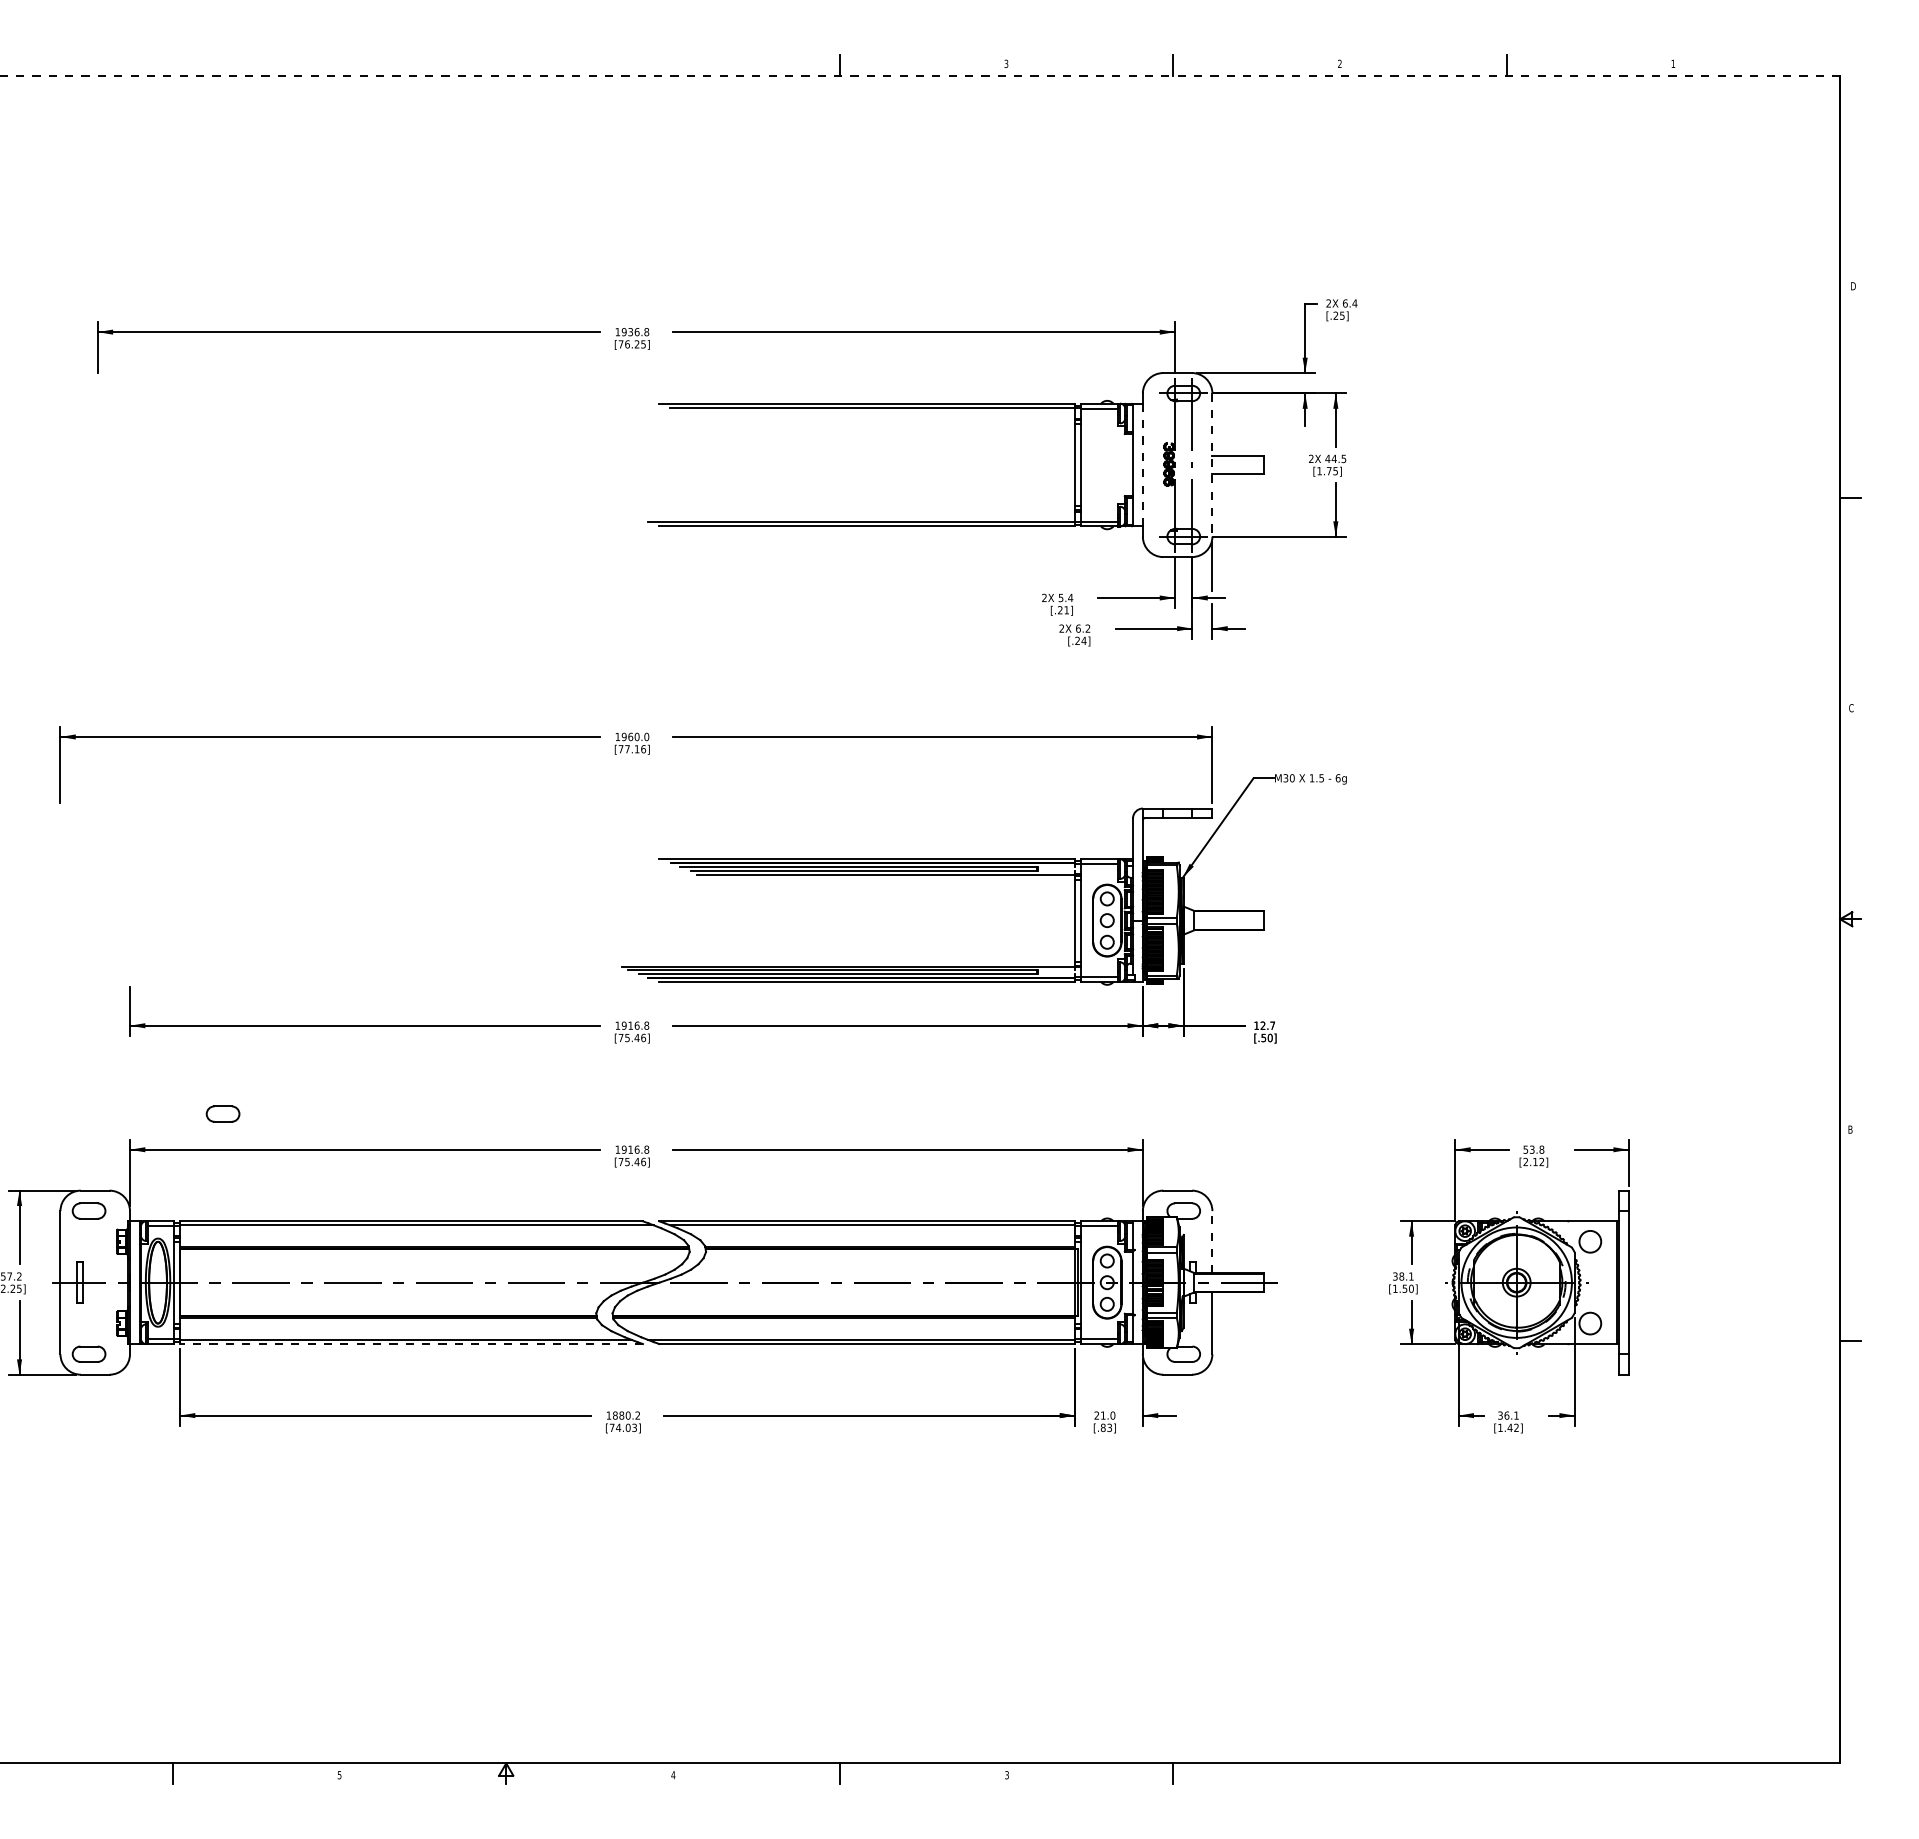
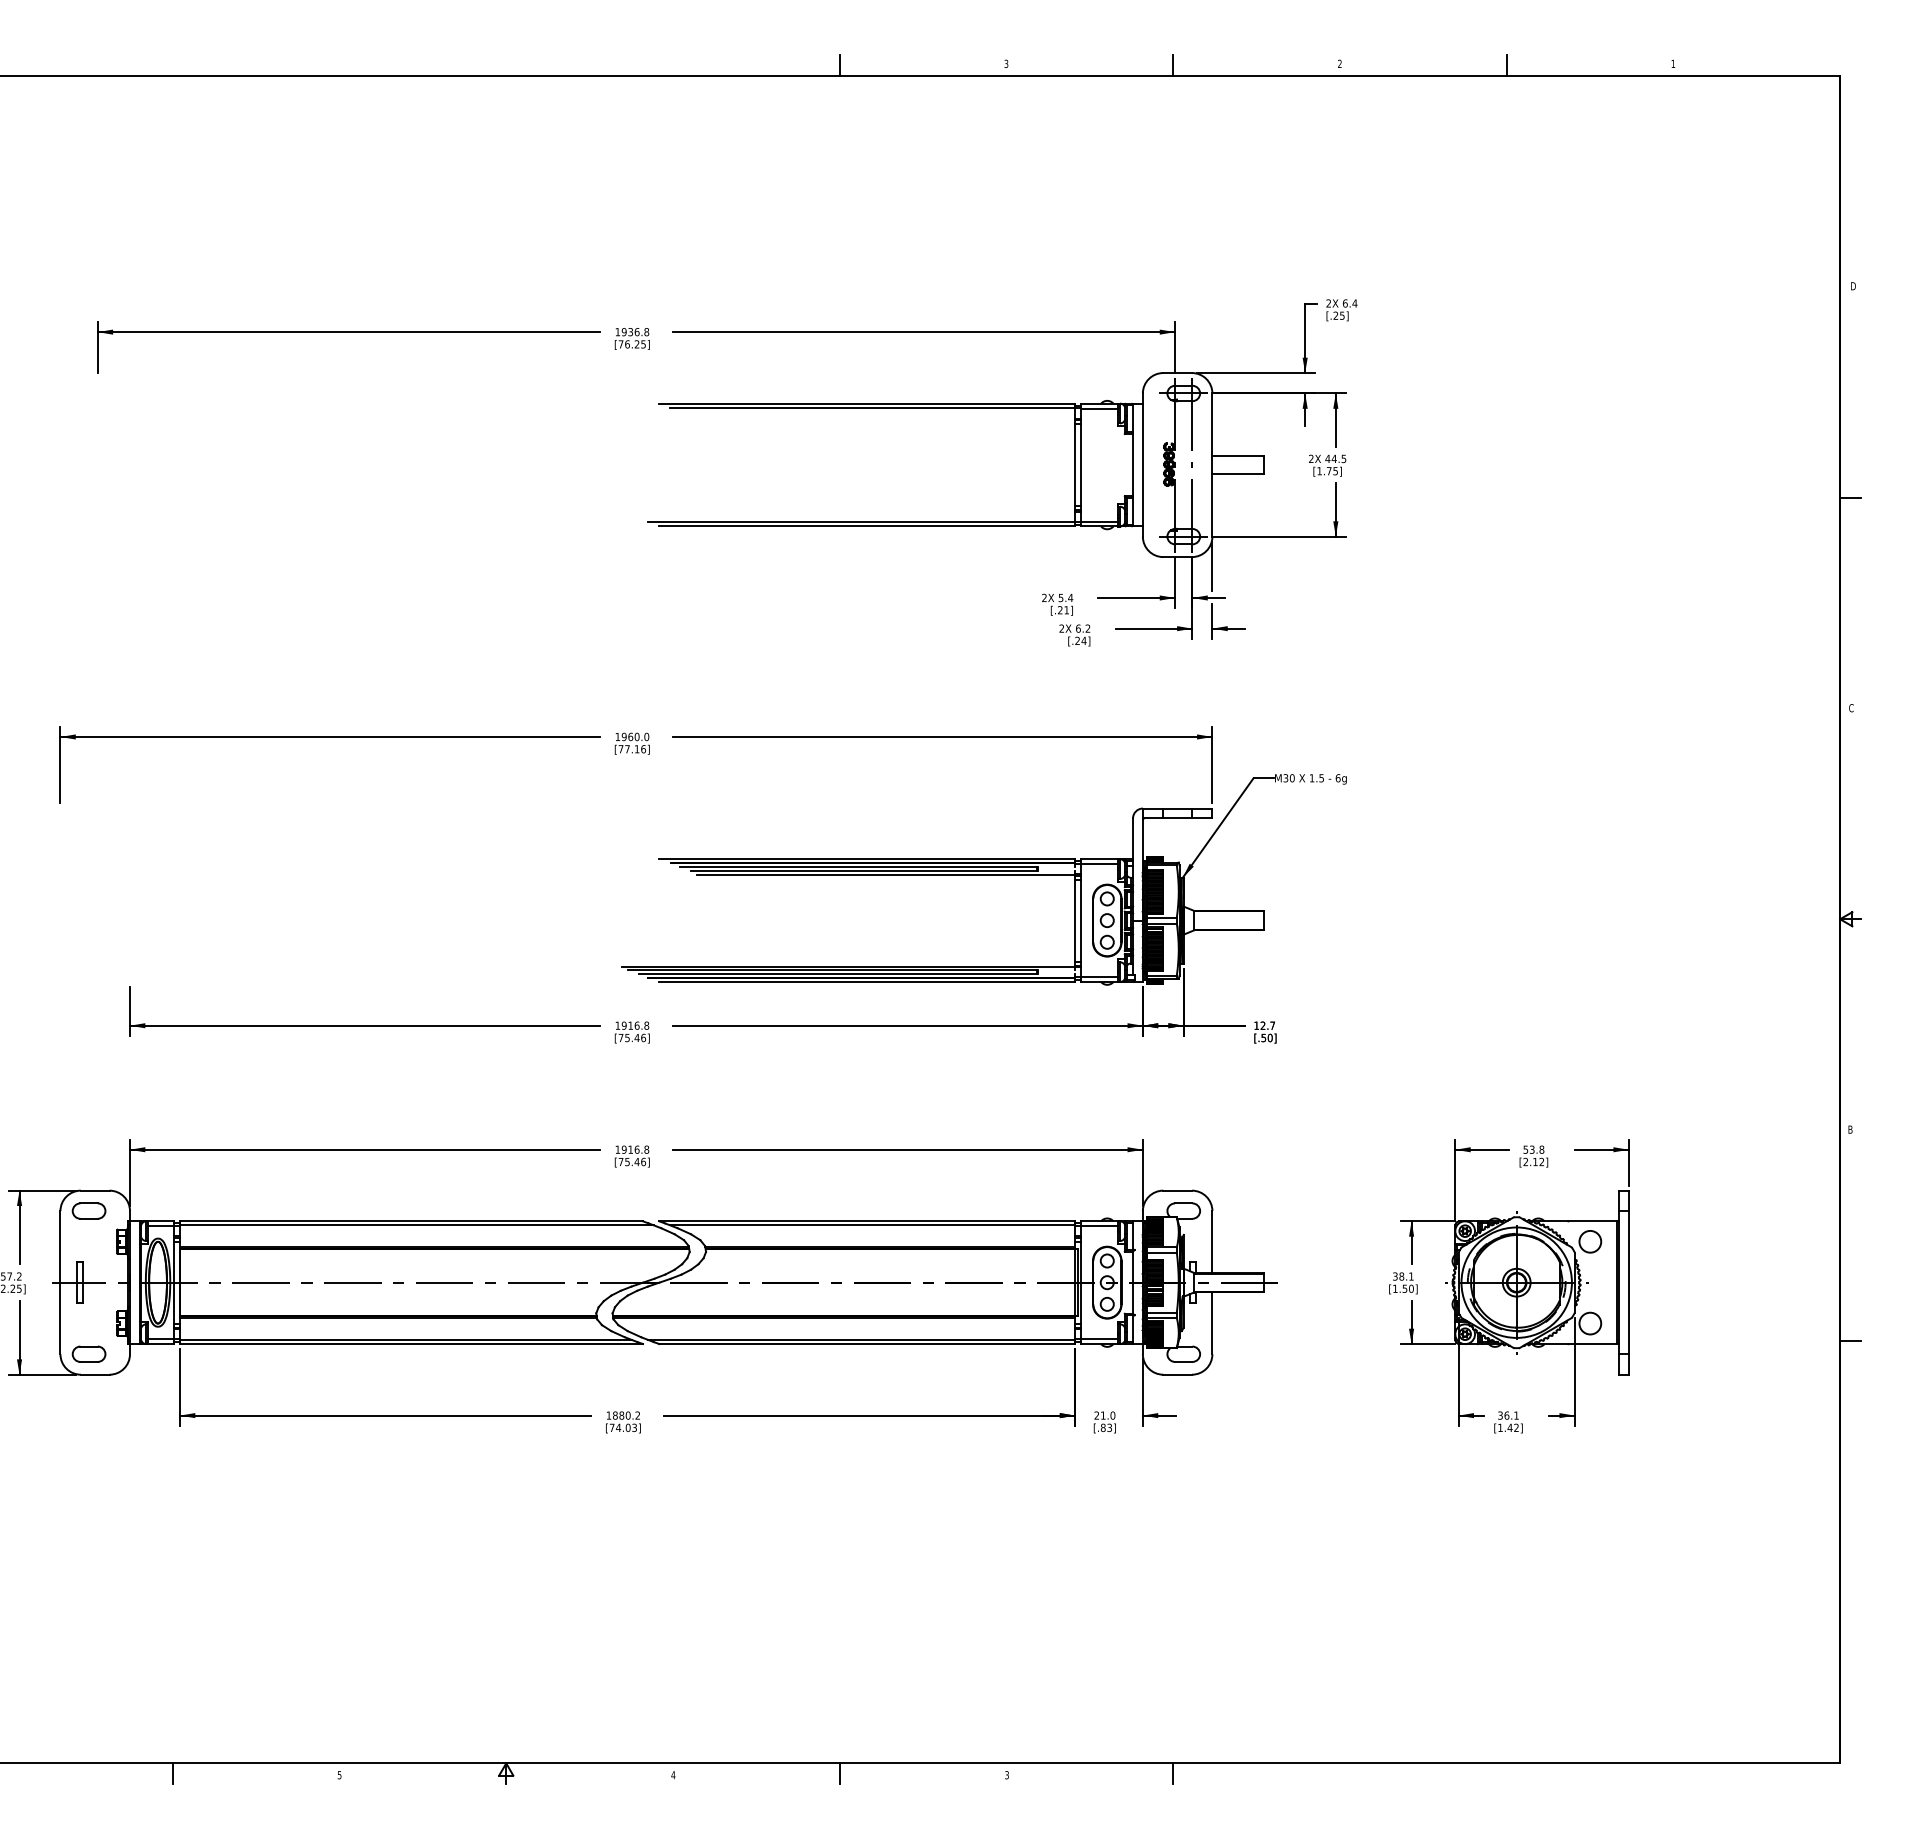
line at (920, 75): dashed -> solid
line at (1142, 465): dashed -> solid
line at (1212, 465): dashed -> solid
part at (222, 1113): present -> none
line at (1212, 1241): dashed -> solid
line at (411, 1344): dashed -> solid
